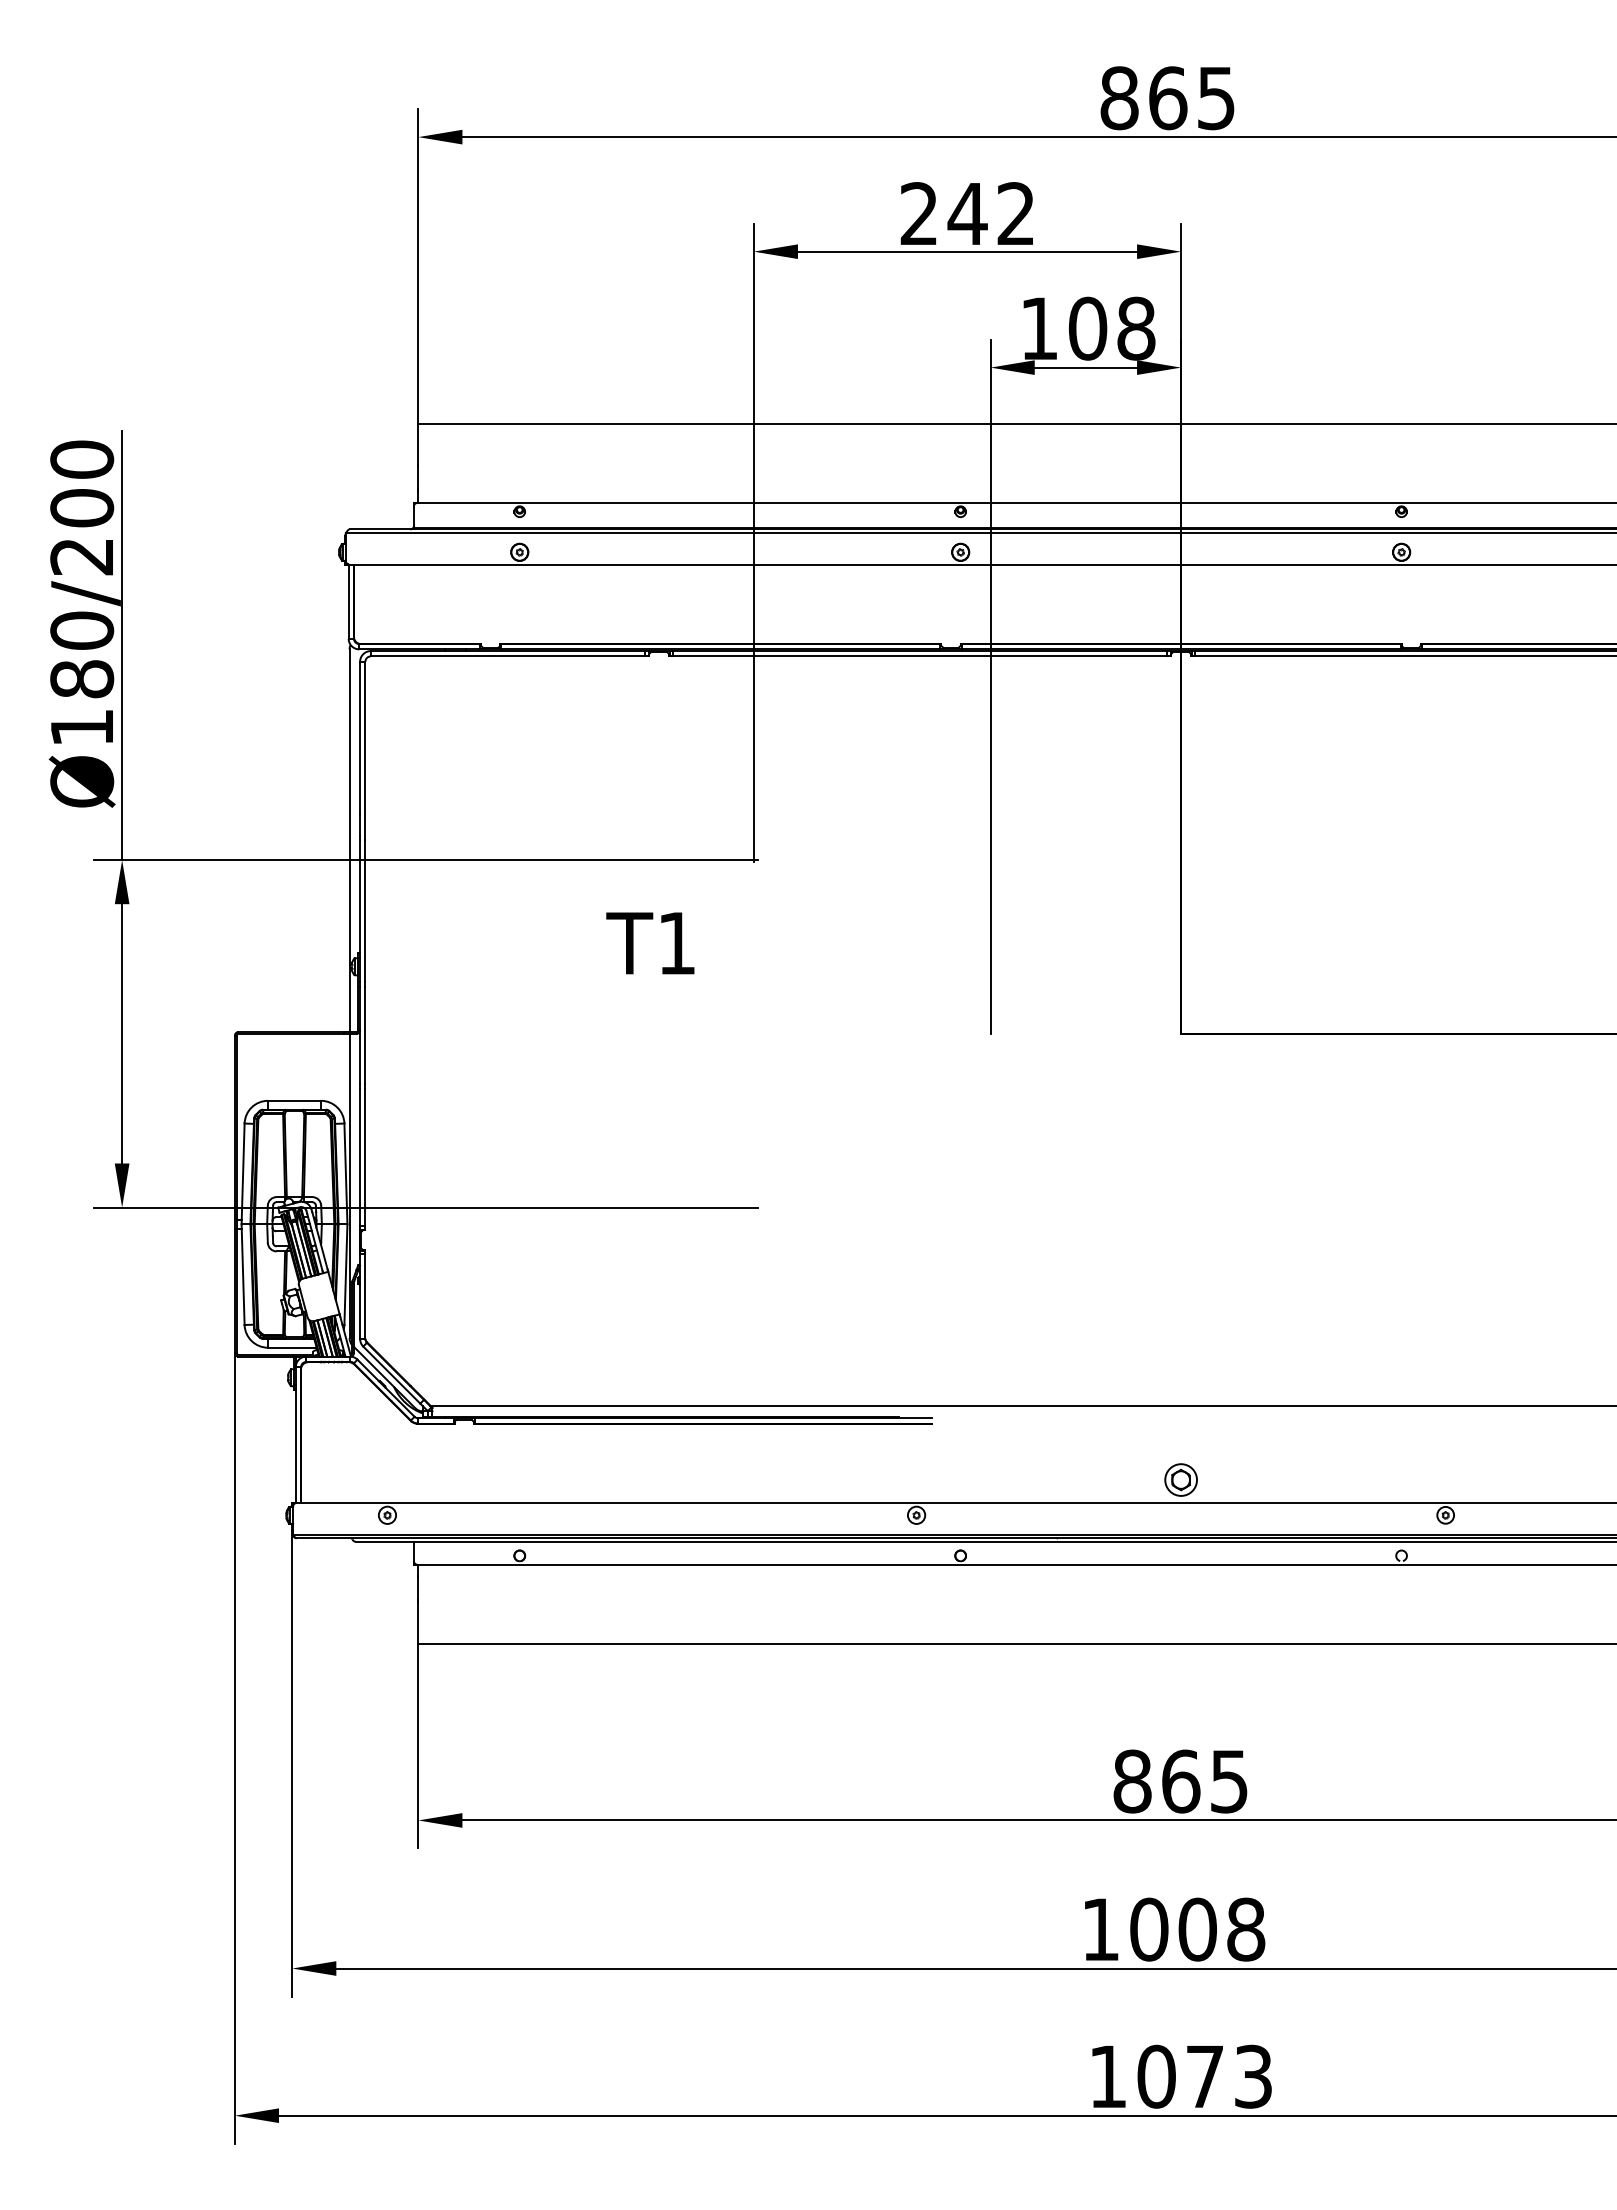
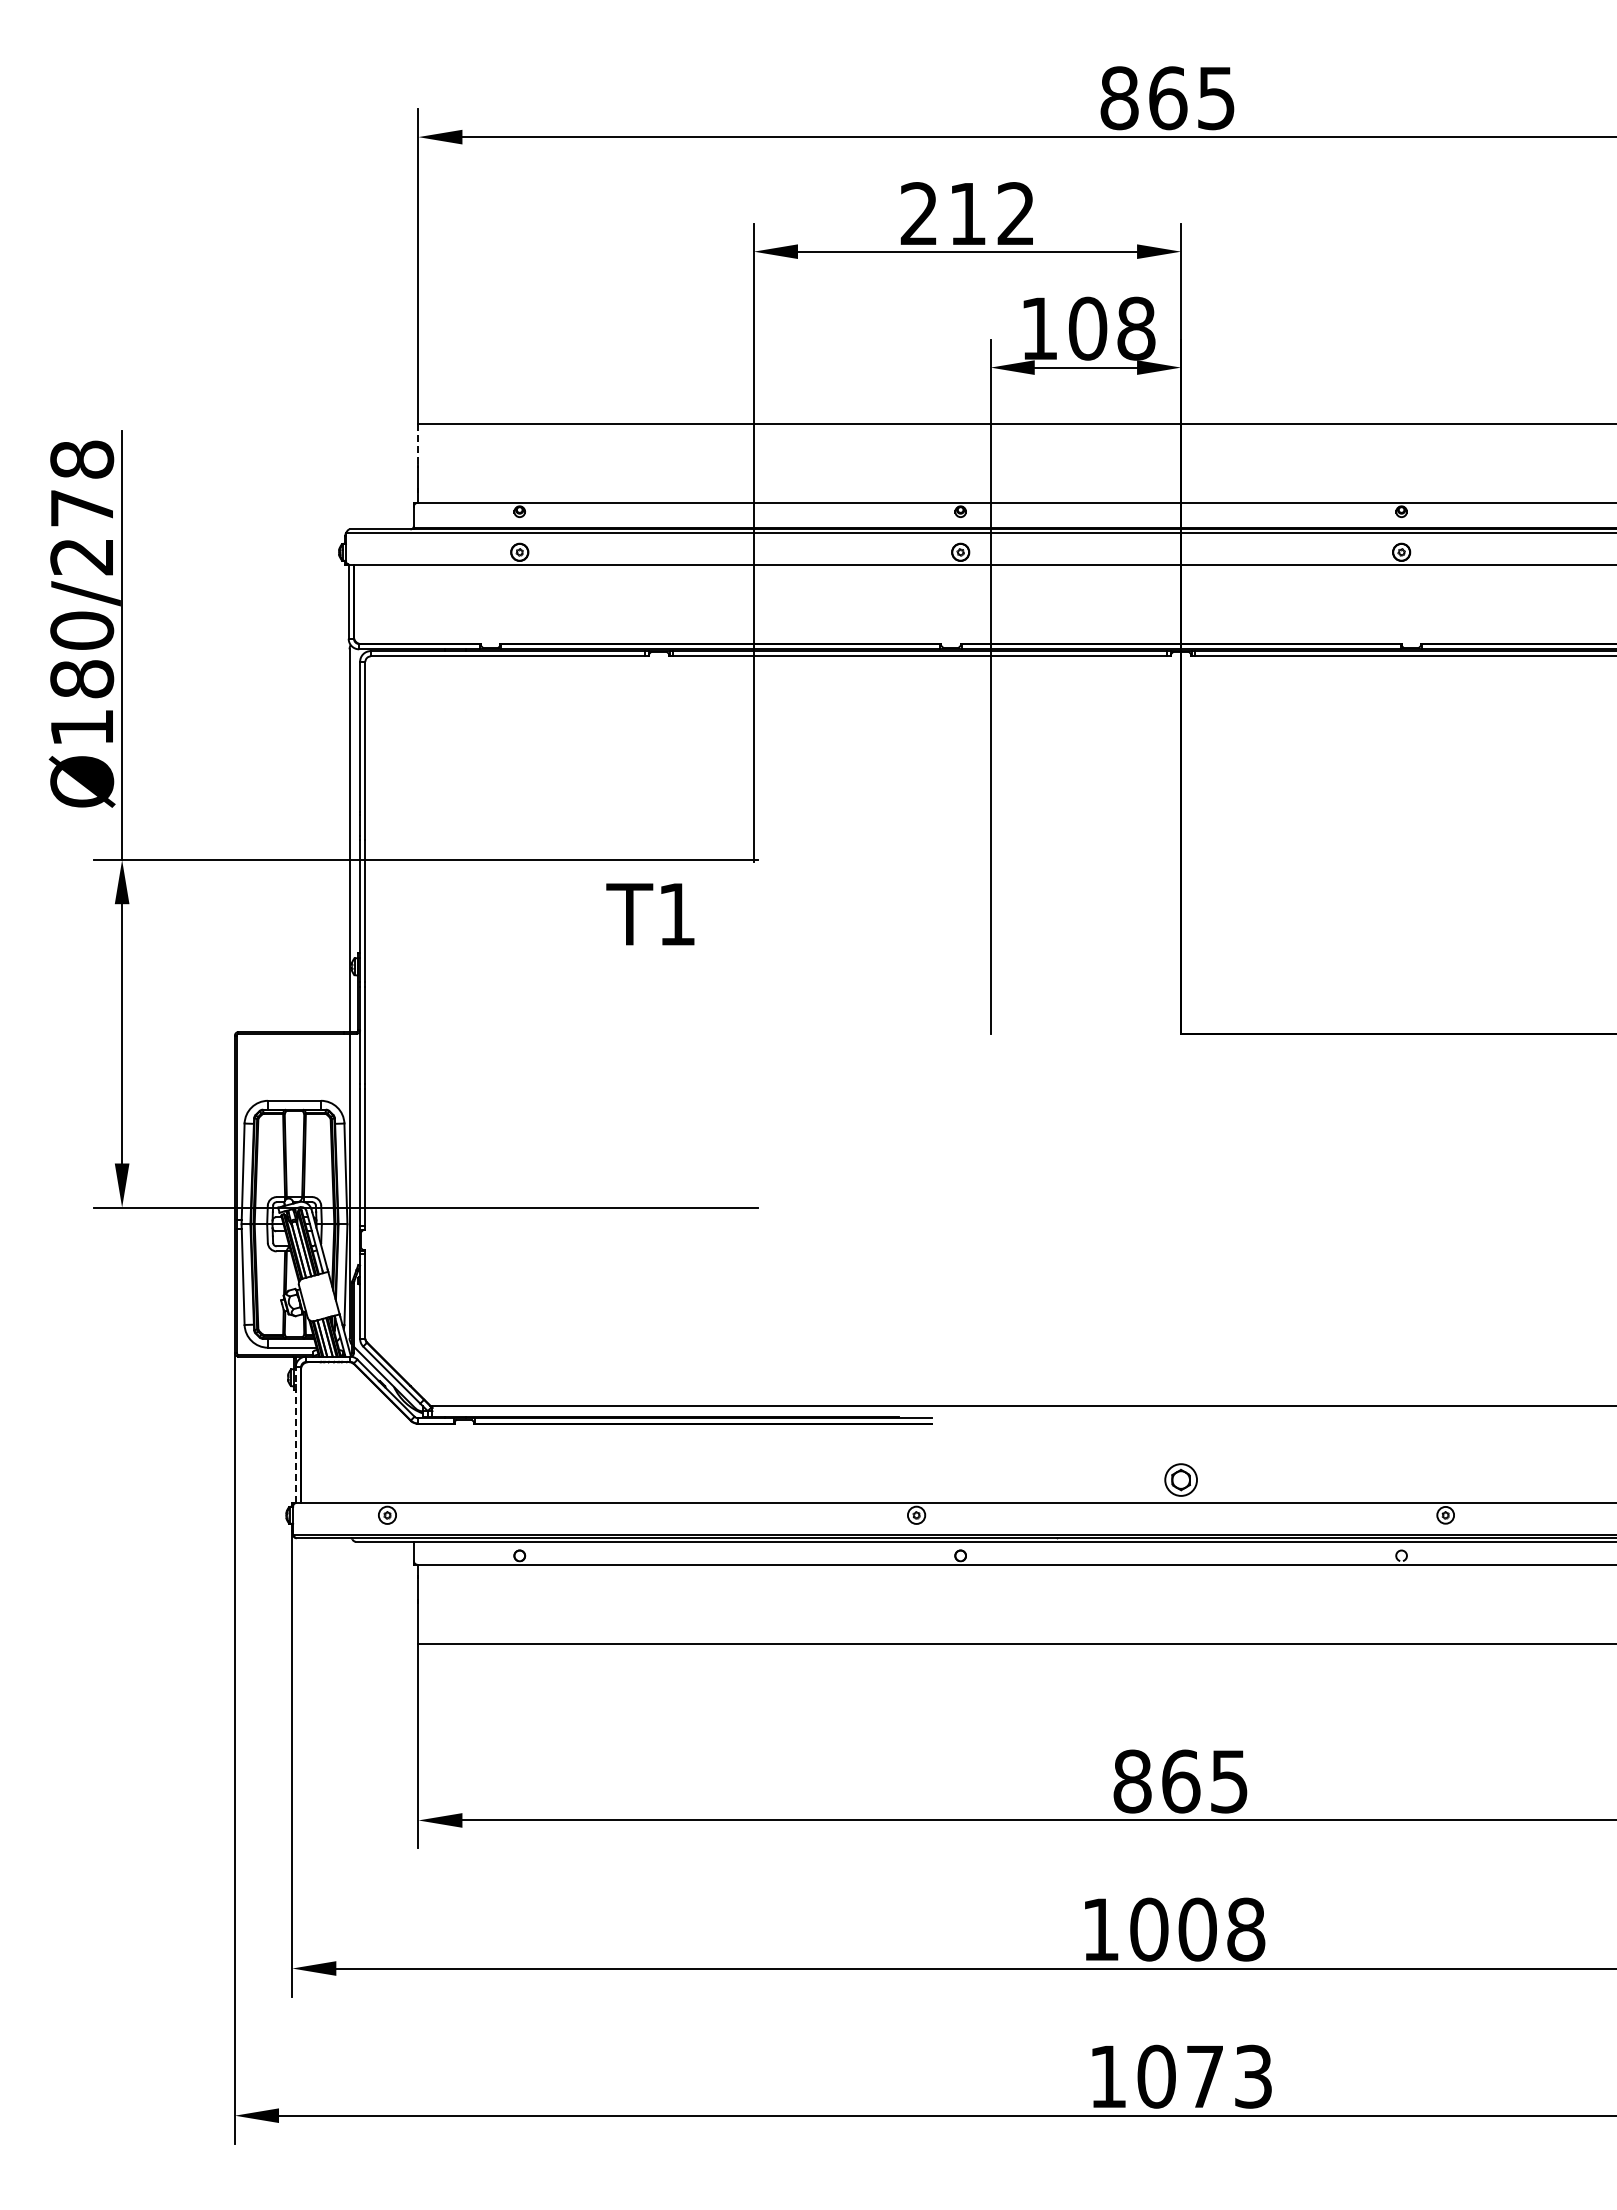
text at (967, 213): 242 -> 212
line at (418, 444): solid -> dashed
text at (82, 483): Ø180/200 -> Ø180/278
text at (650, 943) position: (650, 943) -> (650, 914)
line at (295, 1435): solid -> dashed
